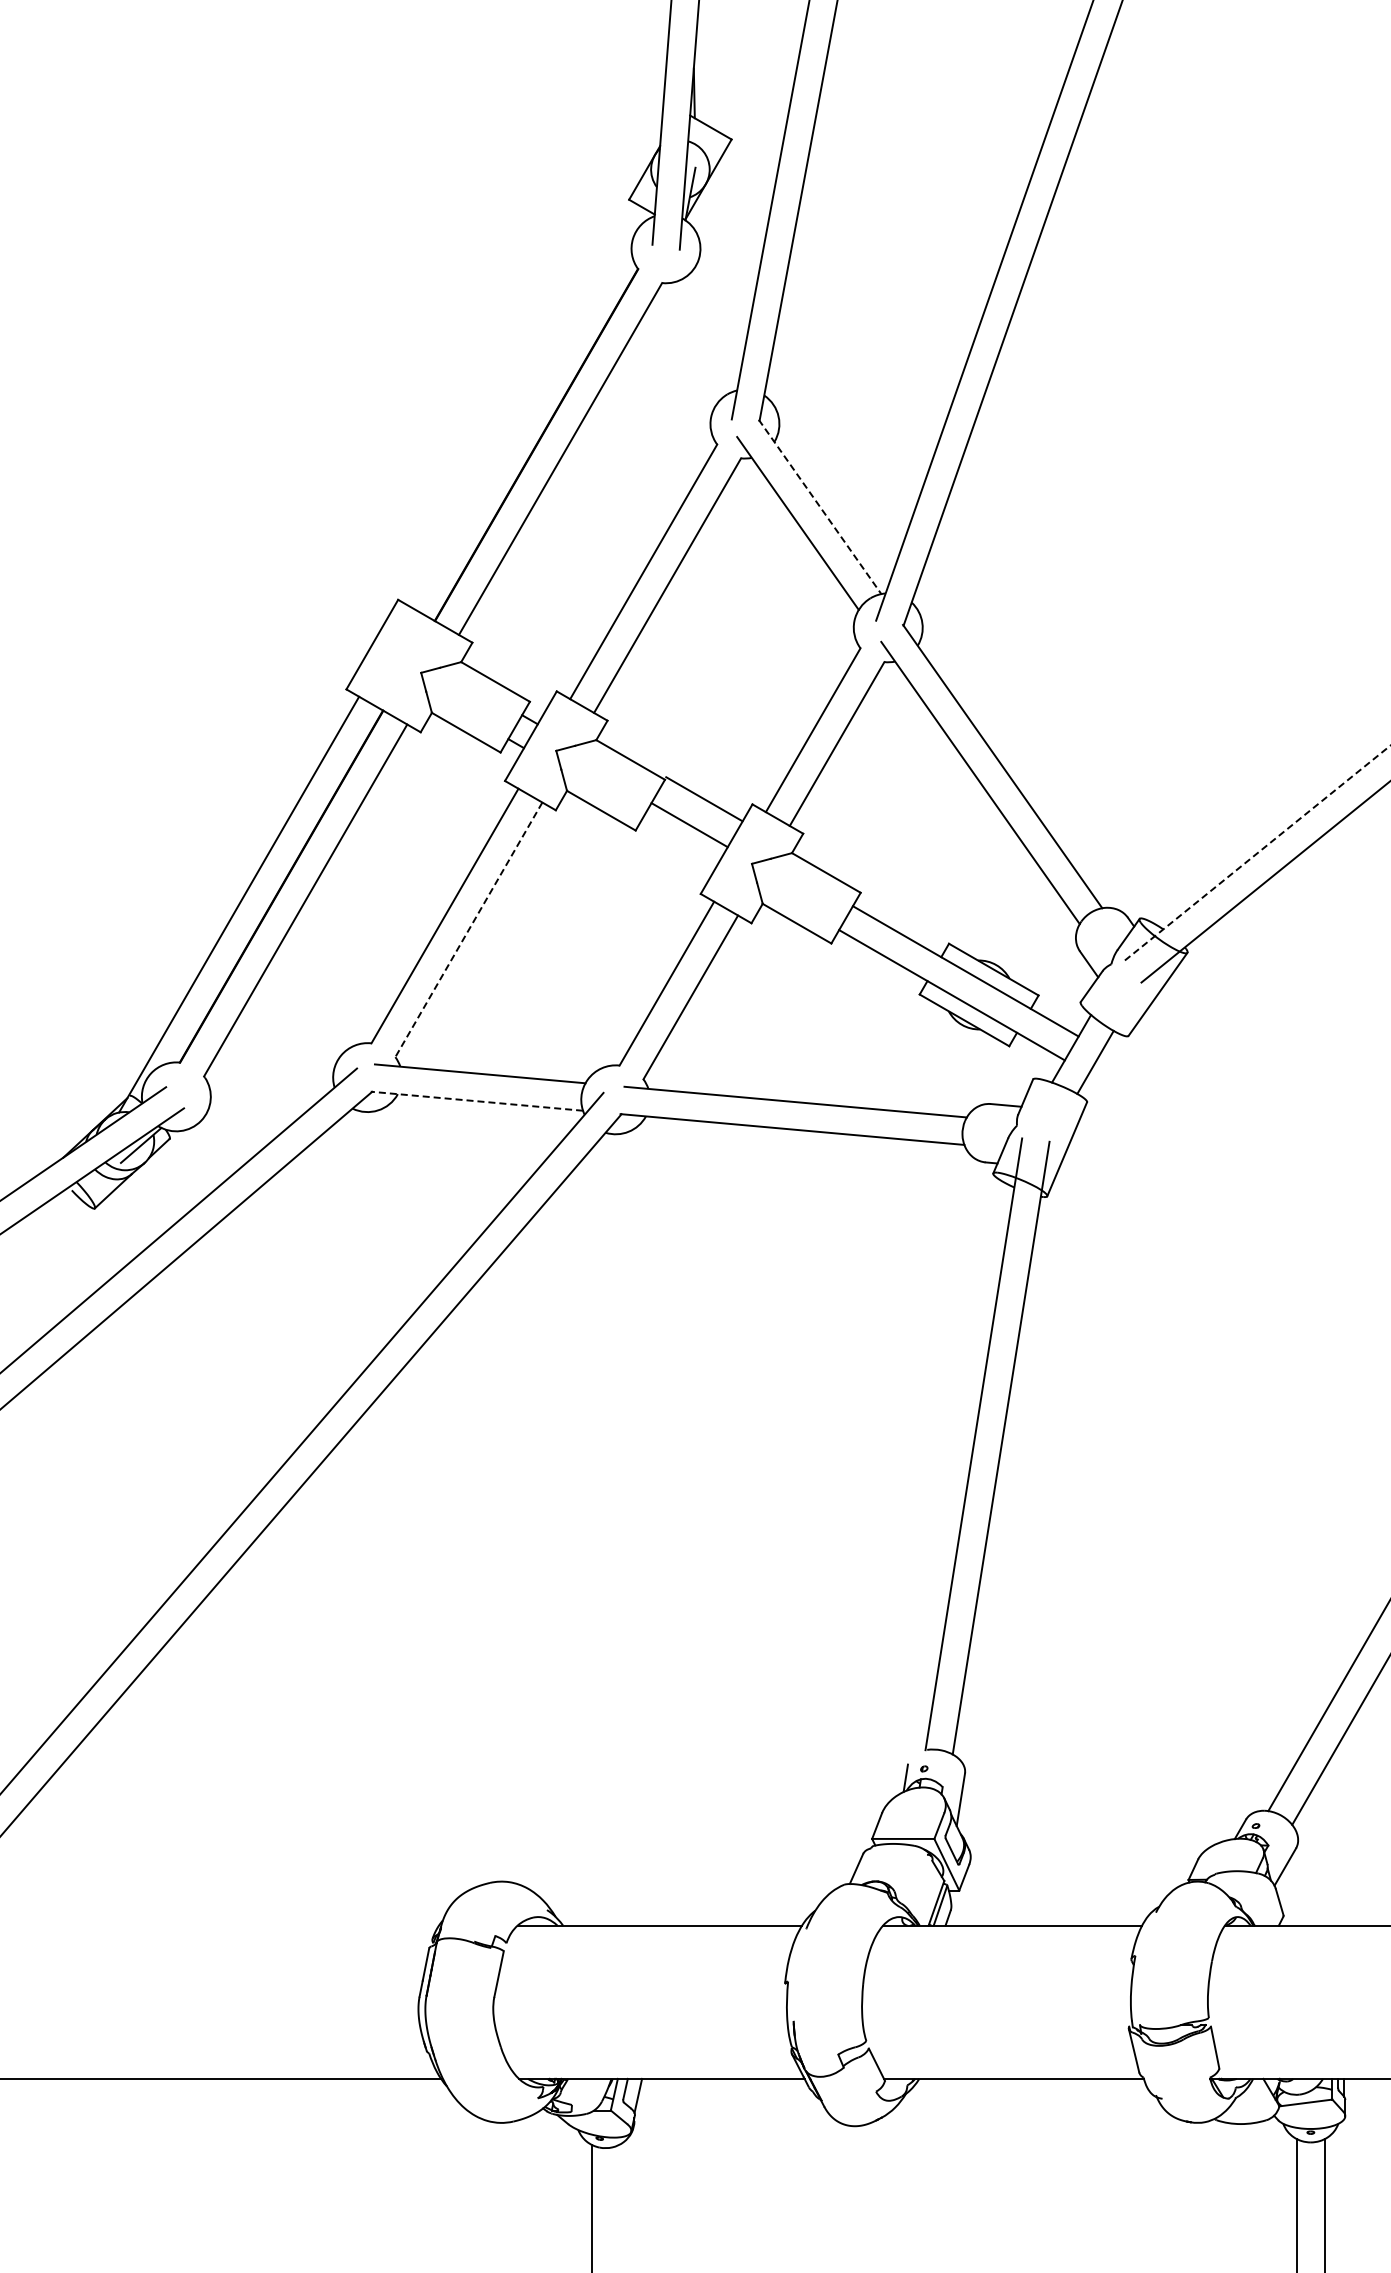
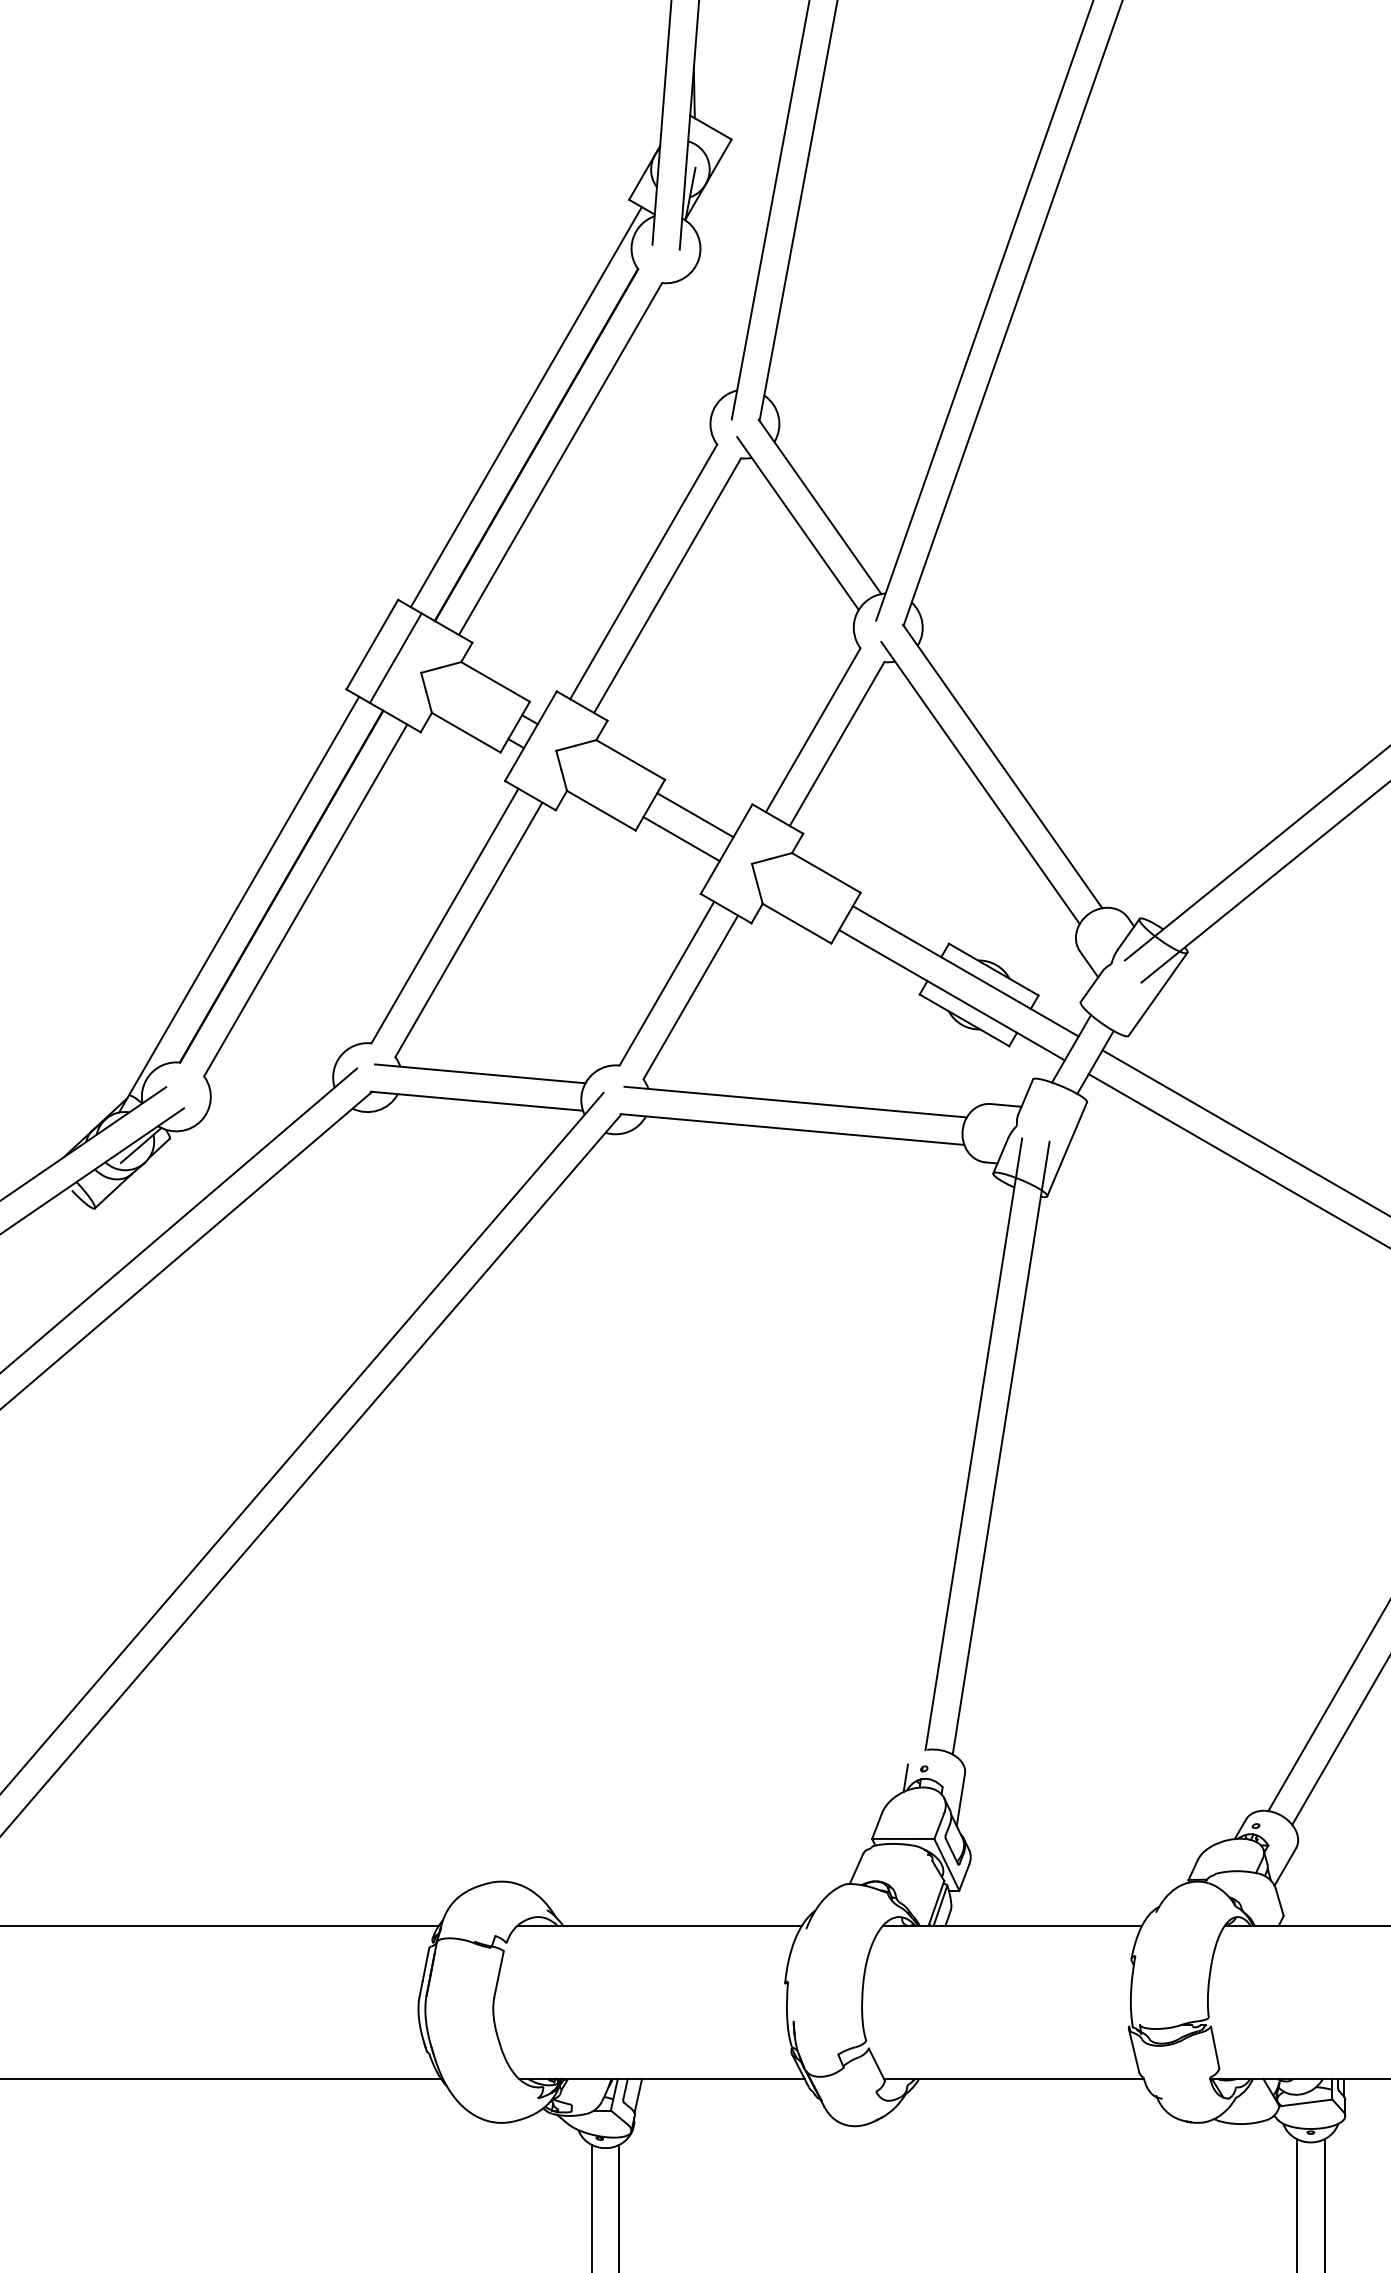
line at (525, 407): none -> present
line at (820, 506): dashed -> solid
line at (395, 657): none -> present
line at (704, 799) position: (704, 799) -> (695, 815)
line at (689, 825) position: (689, 825) -> (681, 839)
line at (1257, 853): dashed -> solid
line at (468, 929): dashed -> solid
line at (476, 1101): dashed -> solid
line at (1244, 1132): none -> present
line at (1237, 1160): none -> present
line at (220, 1925): none -> present
line at (619, 2206): none -> present
